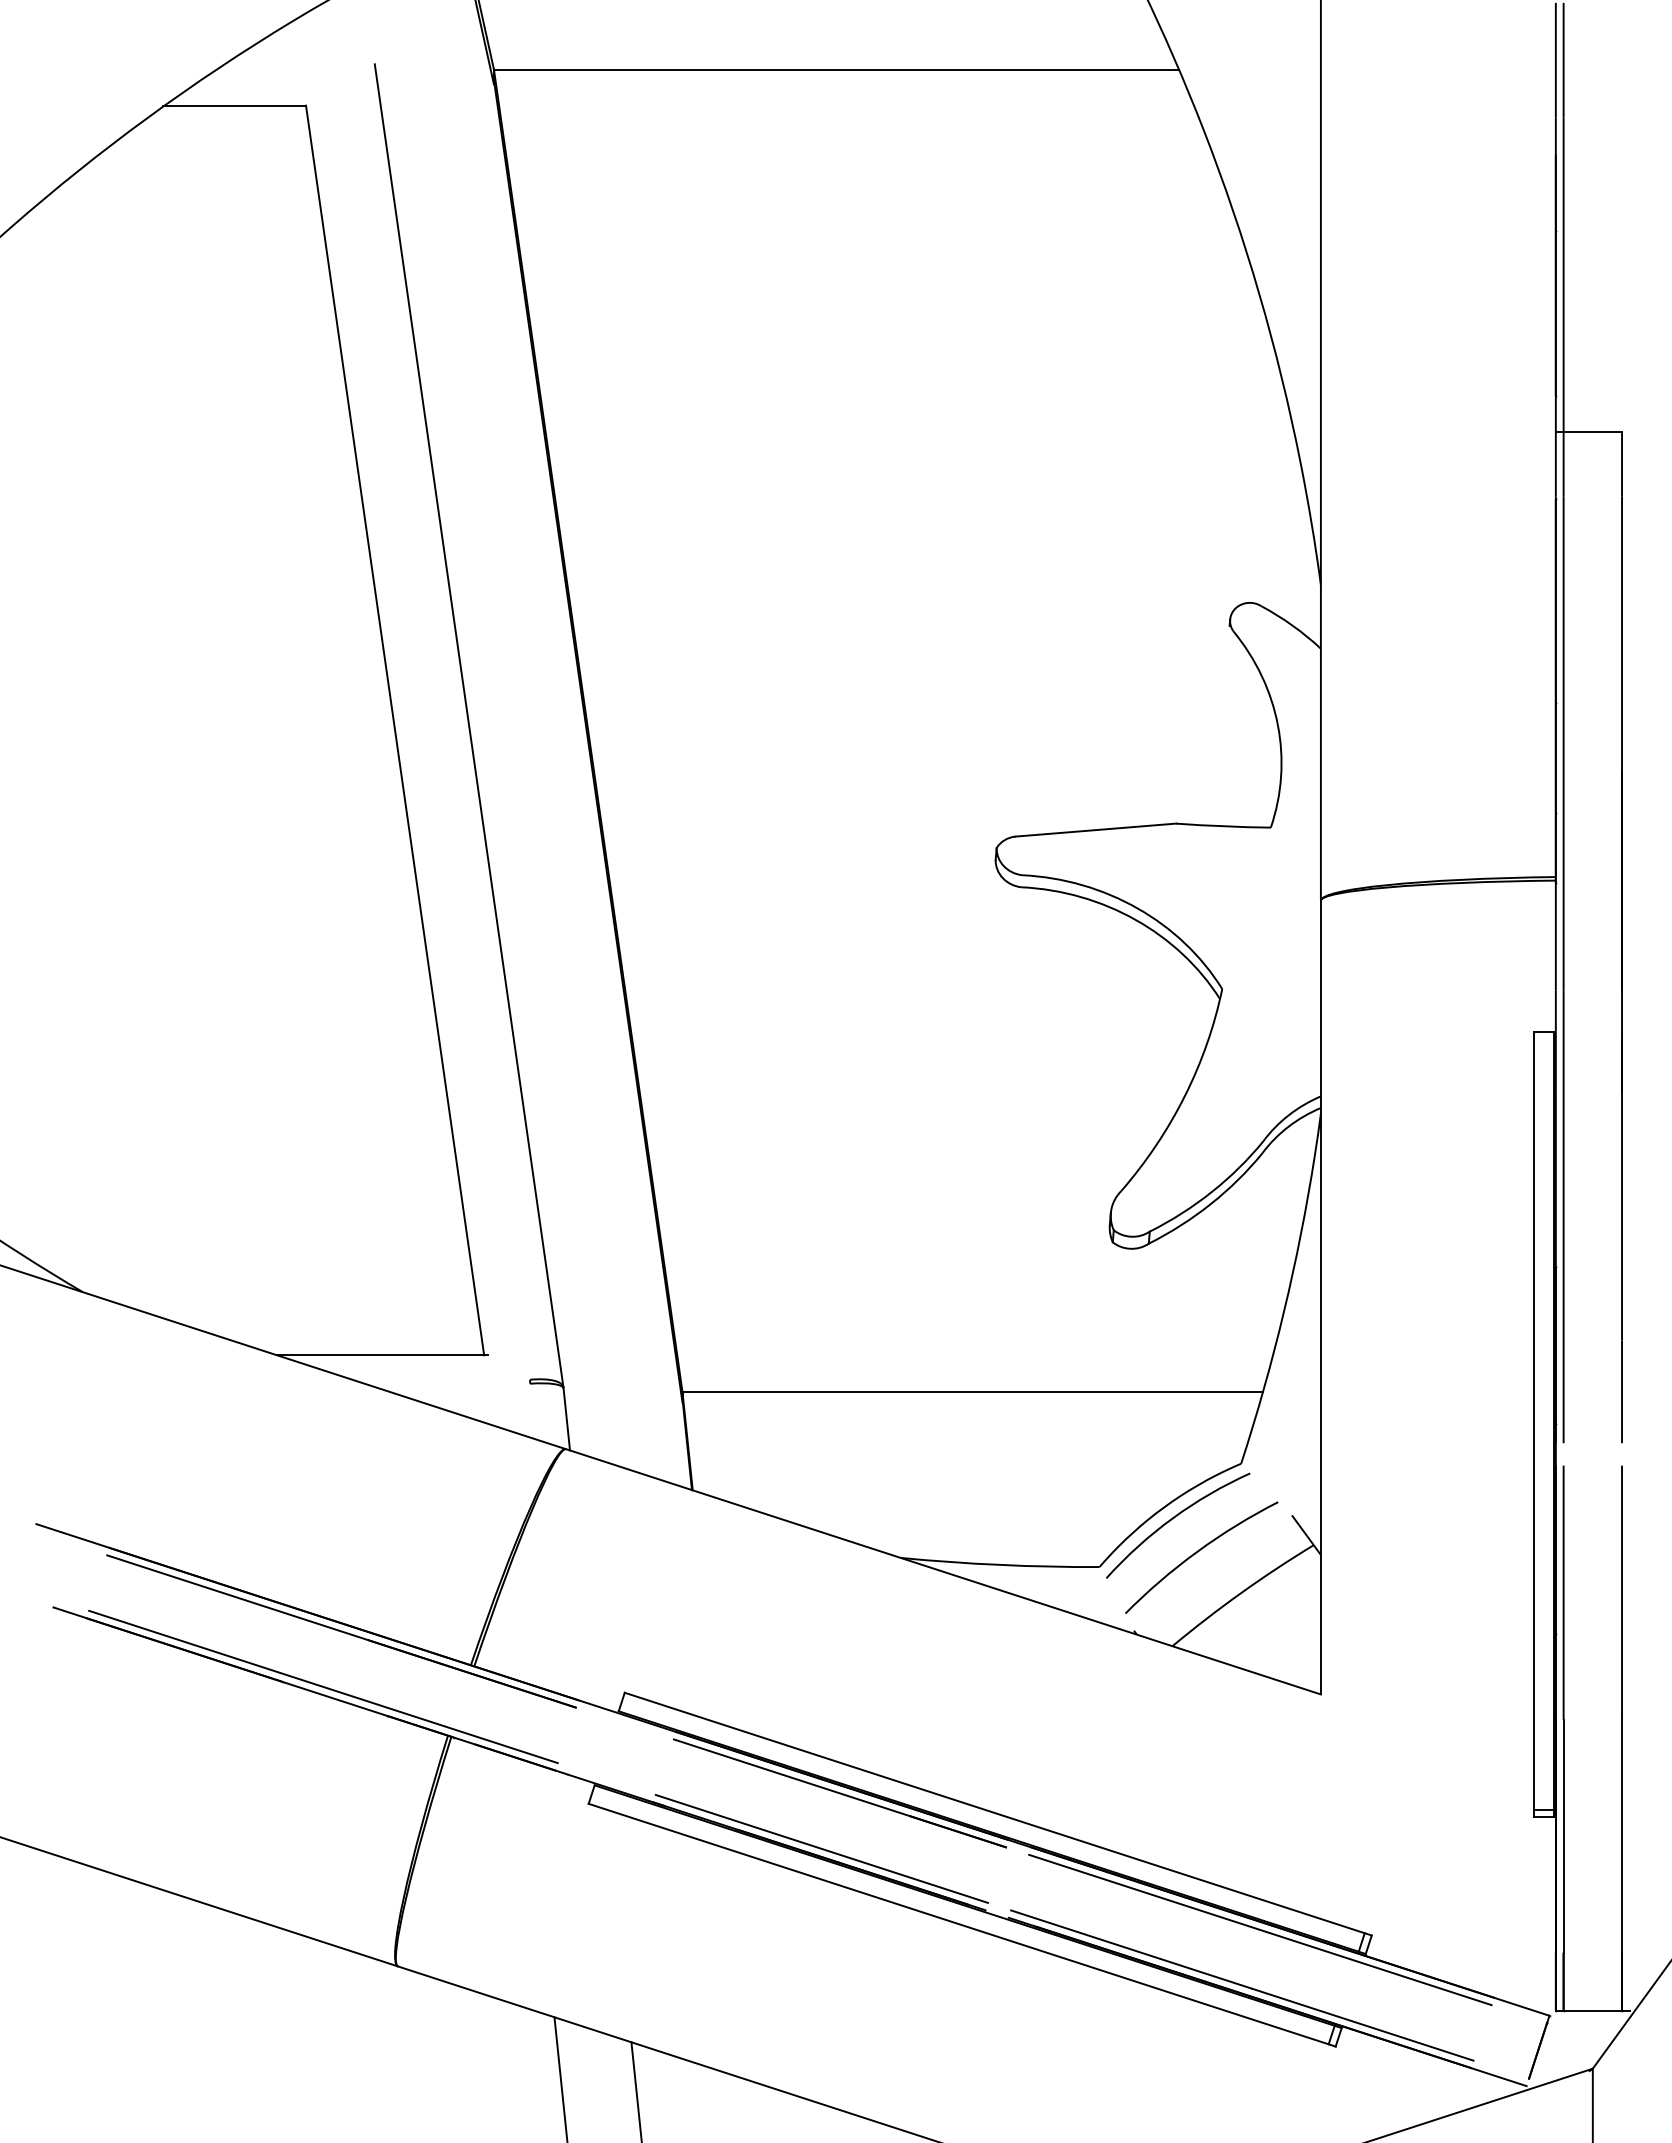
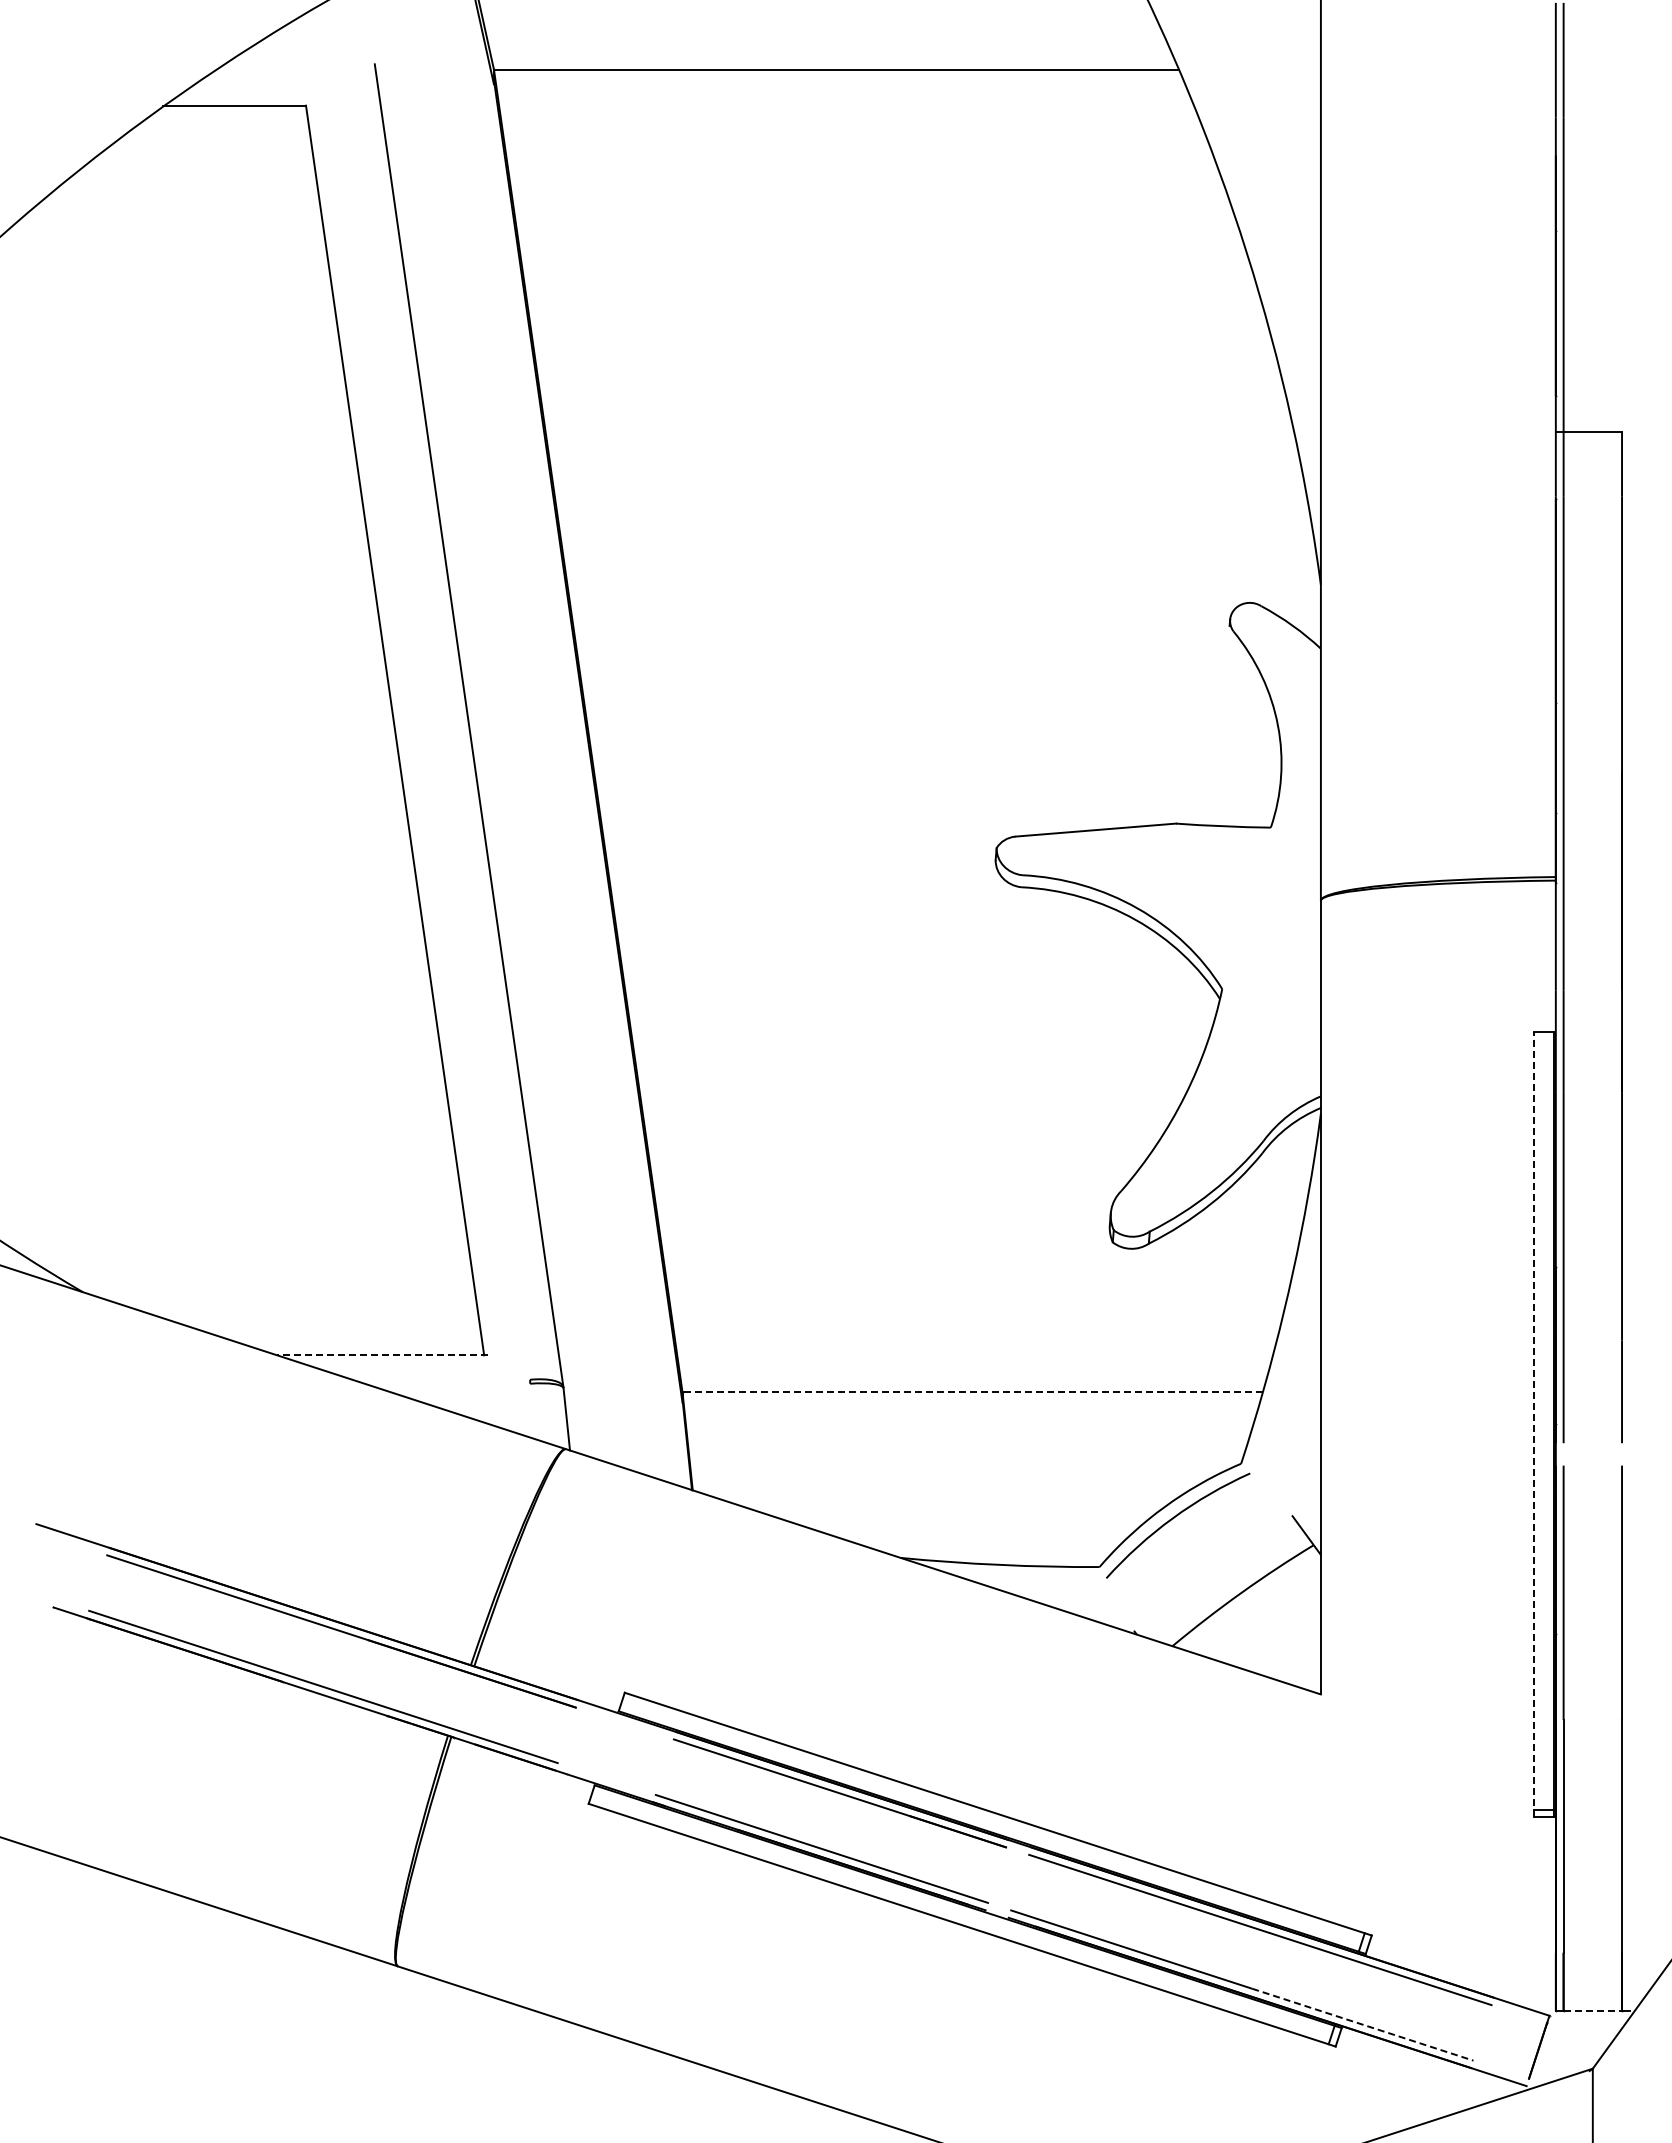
line at (382, 1355): solid -> dashed
line at (972, 1392): solid -> dashed
line at (1534, 1424): solid -> dashed
curve at (1198, 1552): present -> none
line at (1593, 2011): solid -> dashed
line at (1363, 2024): solid -> dashed
line at (560, 2078): present -> none
line at (636, 2090): present -> none
